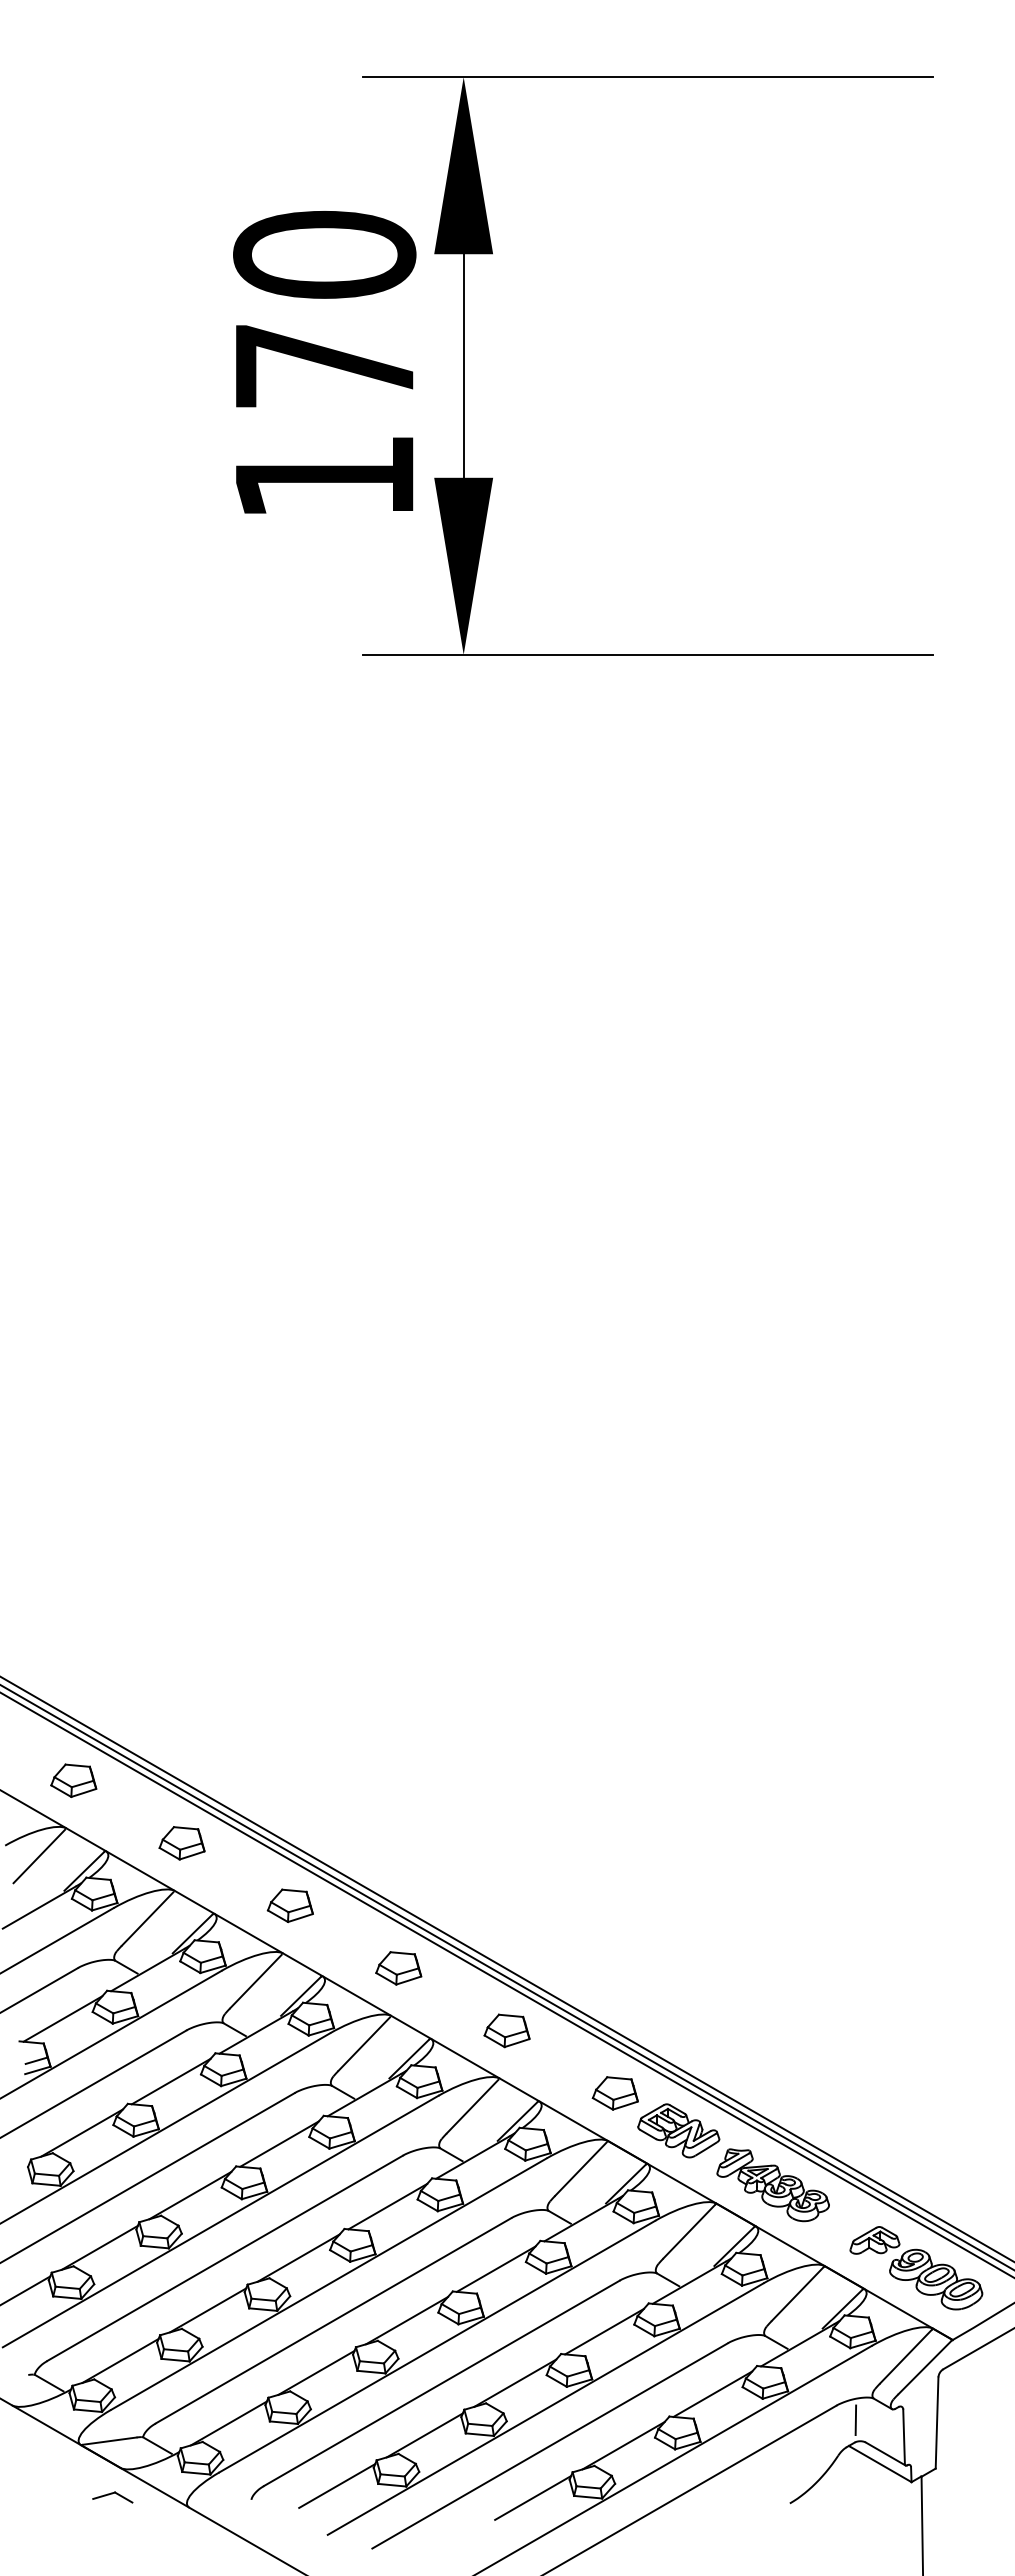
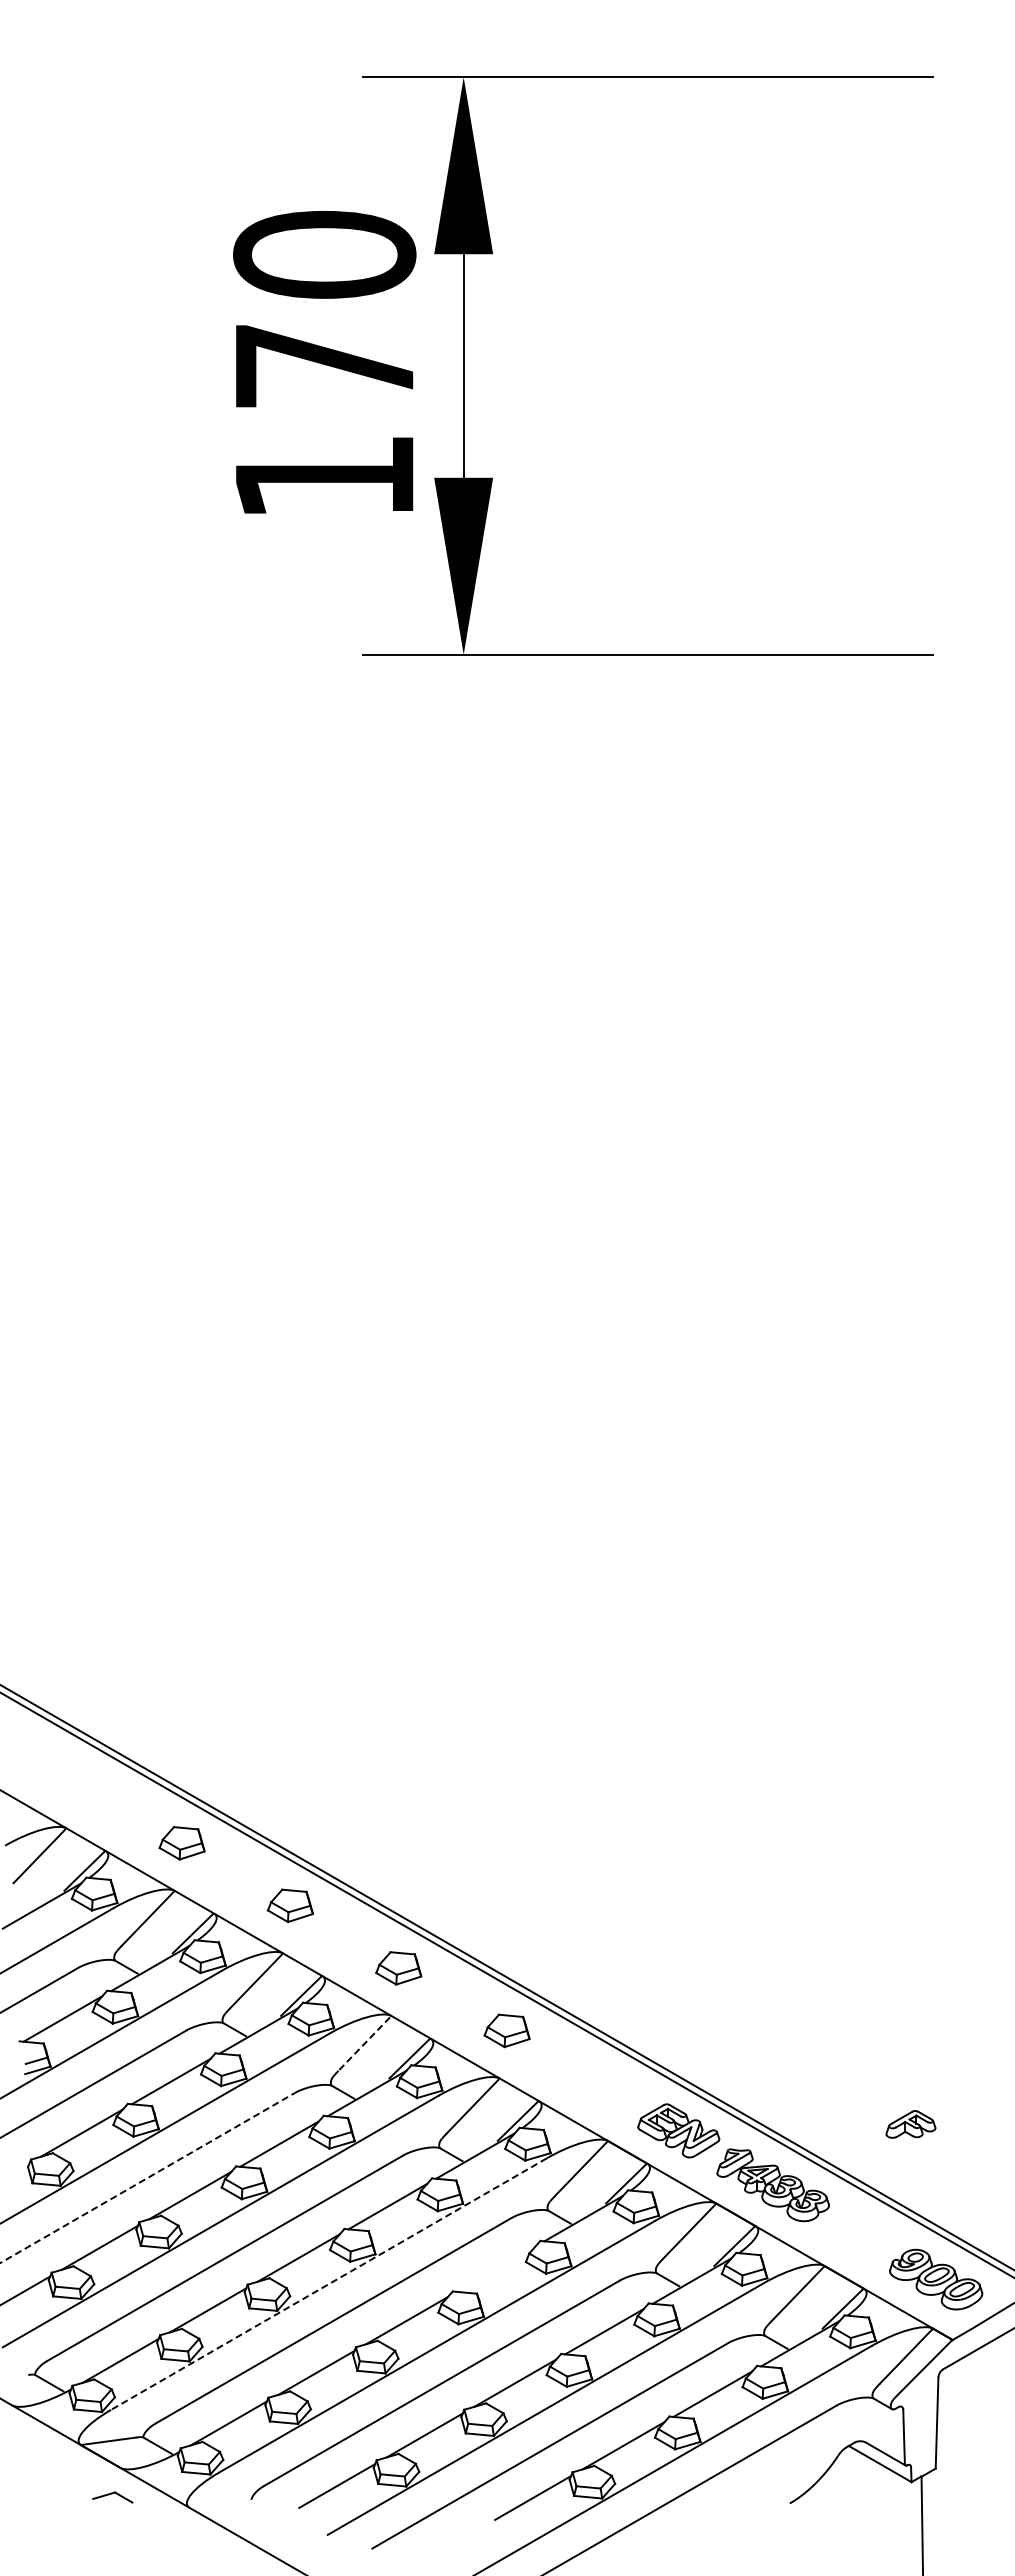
part at (73, 1780): present -> none
line at (506, 1968): present -> none
line at (363, 2044): solid -> dashed
part at (614, 2093): present -> none
line at (147, 2178): solid -> dashed
part at (874, 2240) position: (874, 2240) -> (910, 2124)
line at (495, 2268): present -> none
line at (328, 2284): solid -> dashed
line at (855, 2420): present -> none
